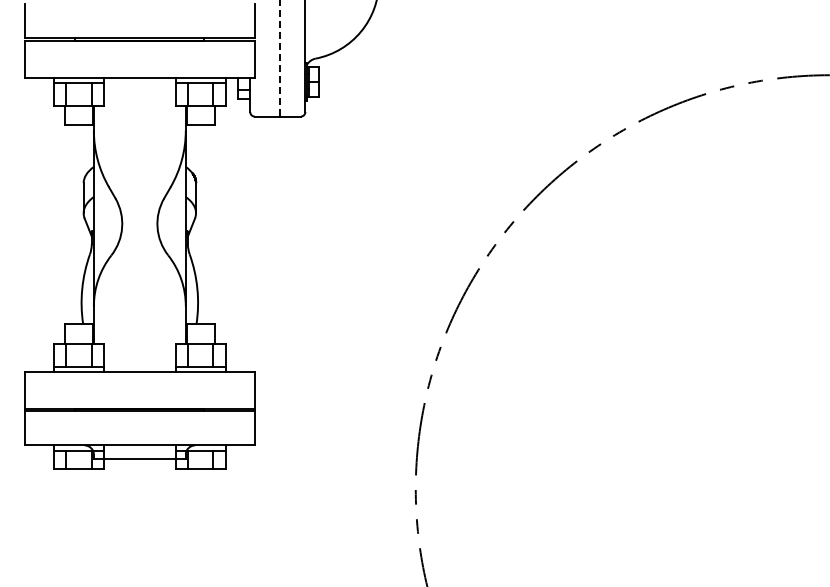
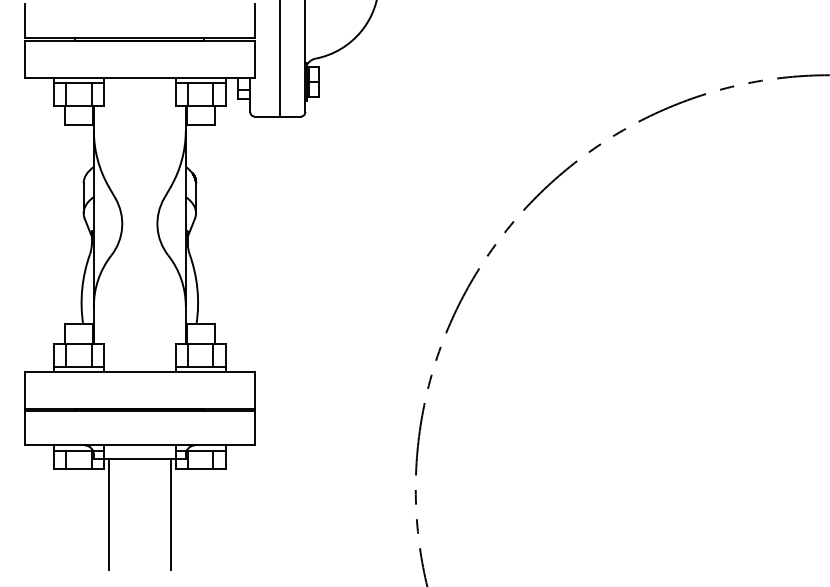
line at (280, 58): dashed -> solid
line at (108, 514): none -> present
line at (171, 514): none -> present
